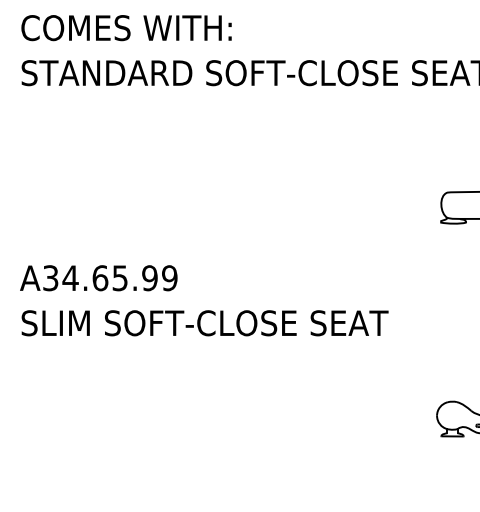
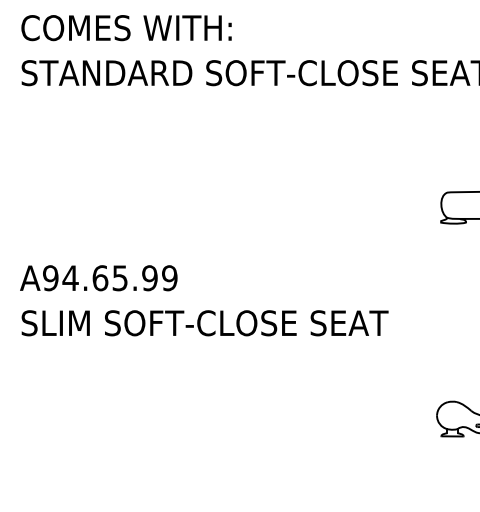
text at (50, 278): A34.65.99 -> A94.65.99
